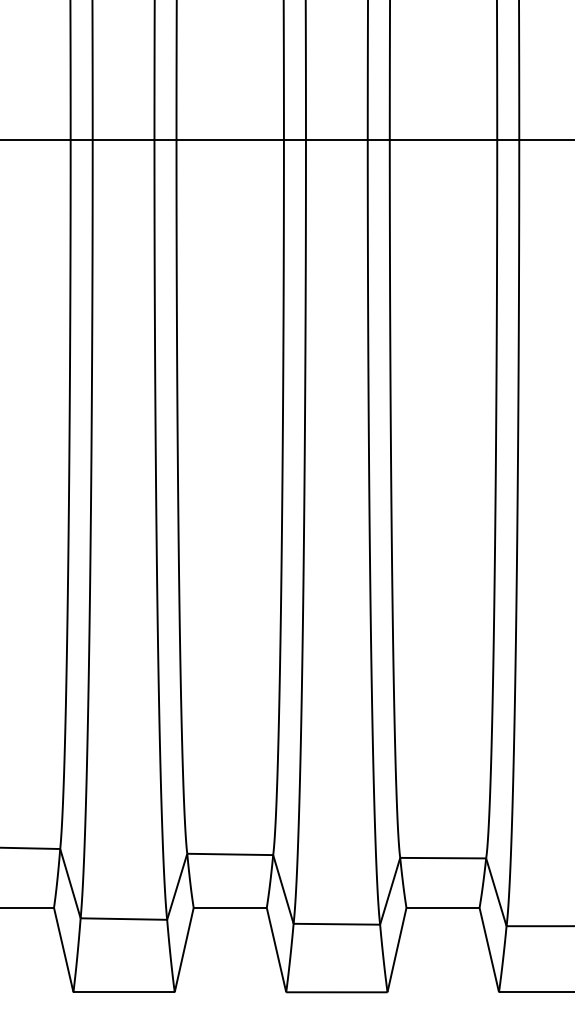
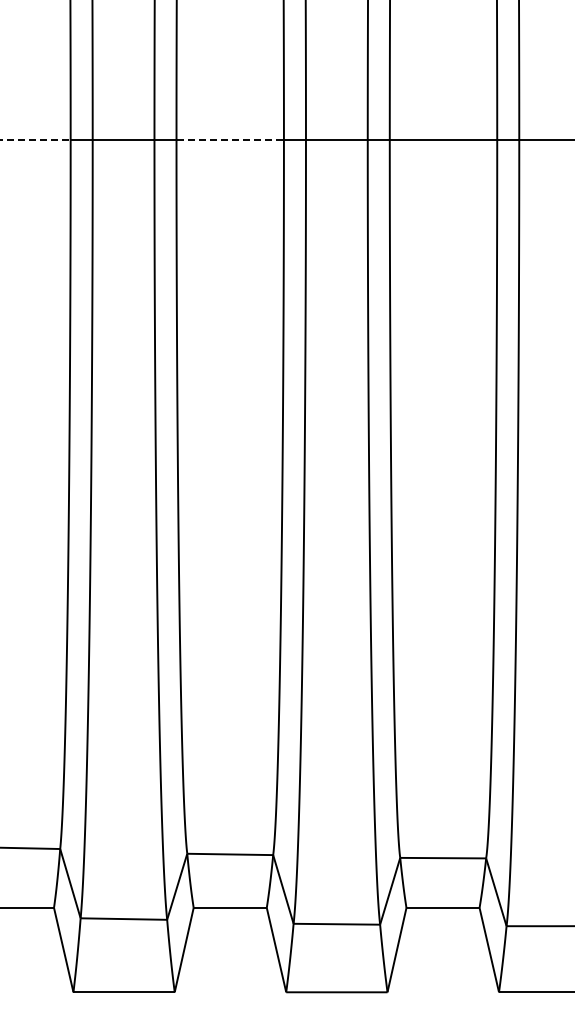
line at (35, 140): solid -> dashed
line at (230, 140): solid -> dashed
